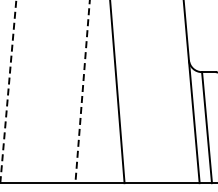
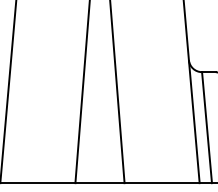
line at (8, 91): dashed -> solid
line at (82, 91): dashed -> solid
